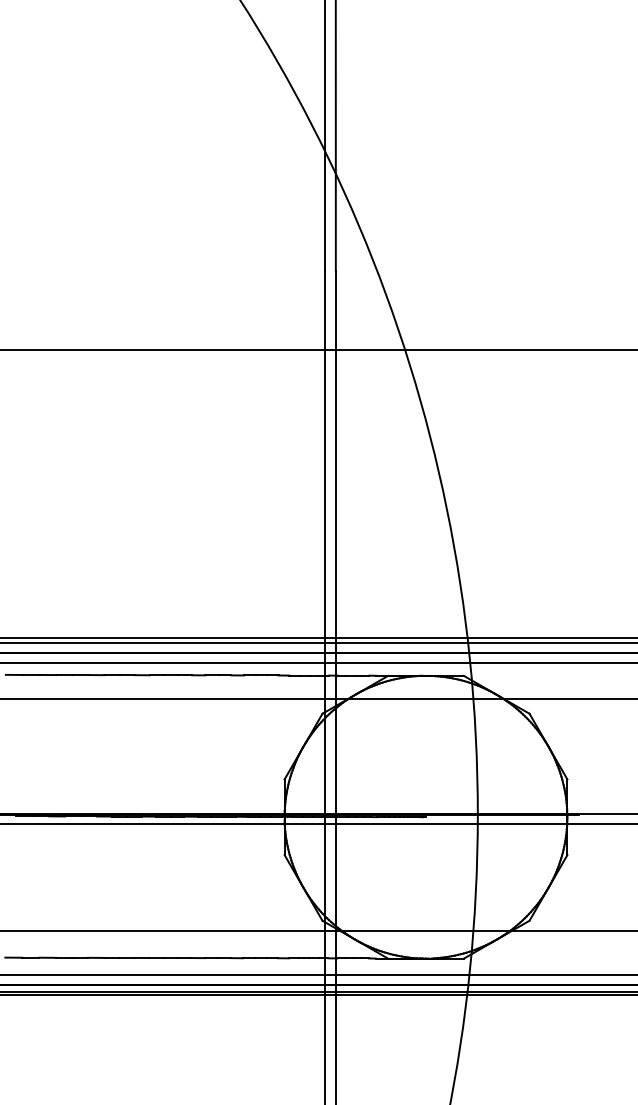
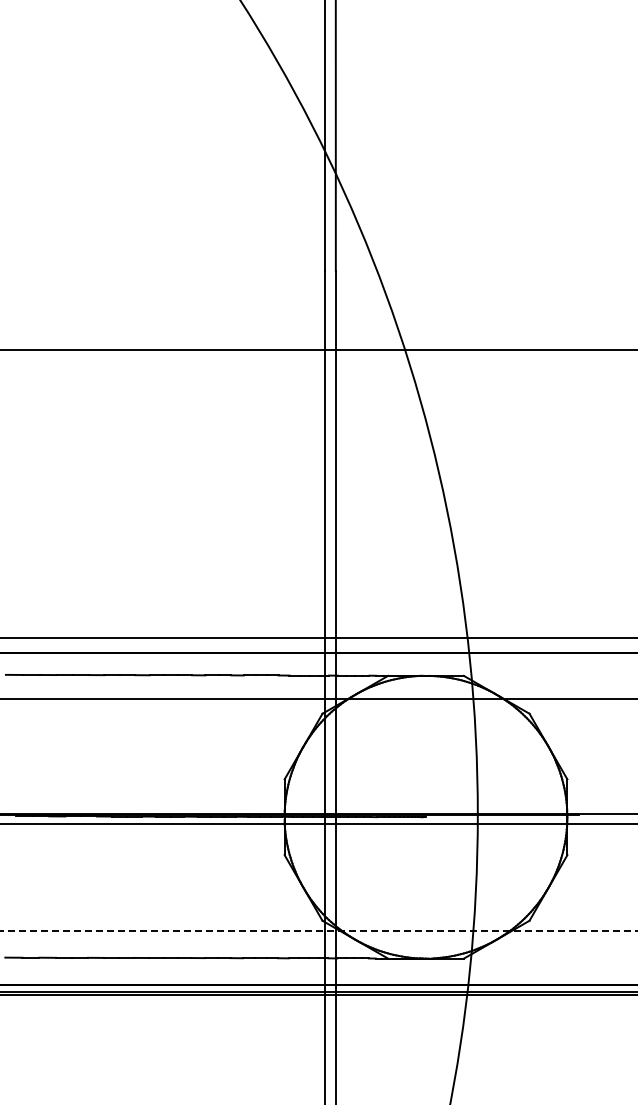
line at (318, 643): present -> none
line at (318, 662): present -> none
line at (318, 931): solid -> dashed
line at (318, 975): present -> none
